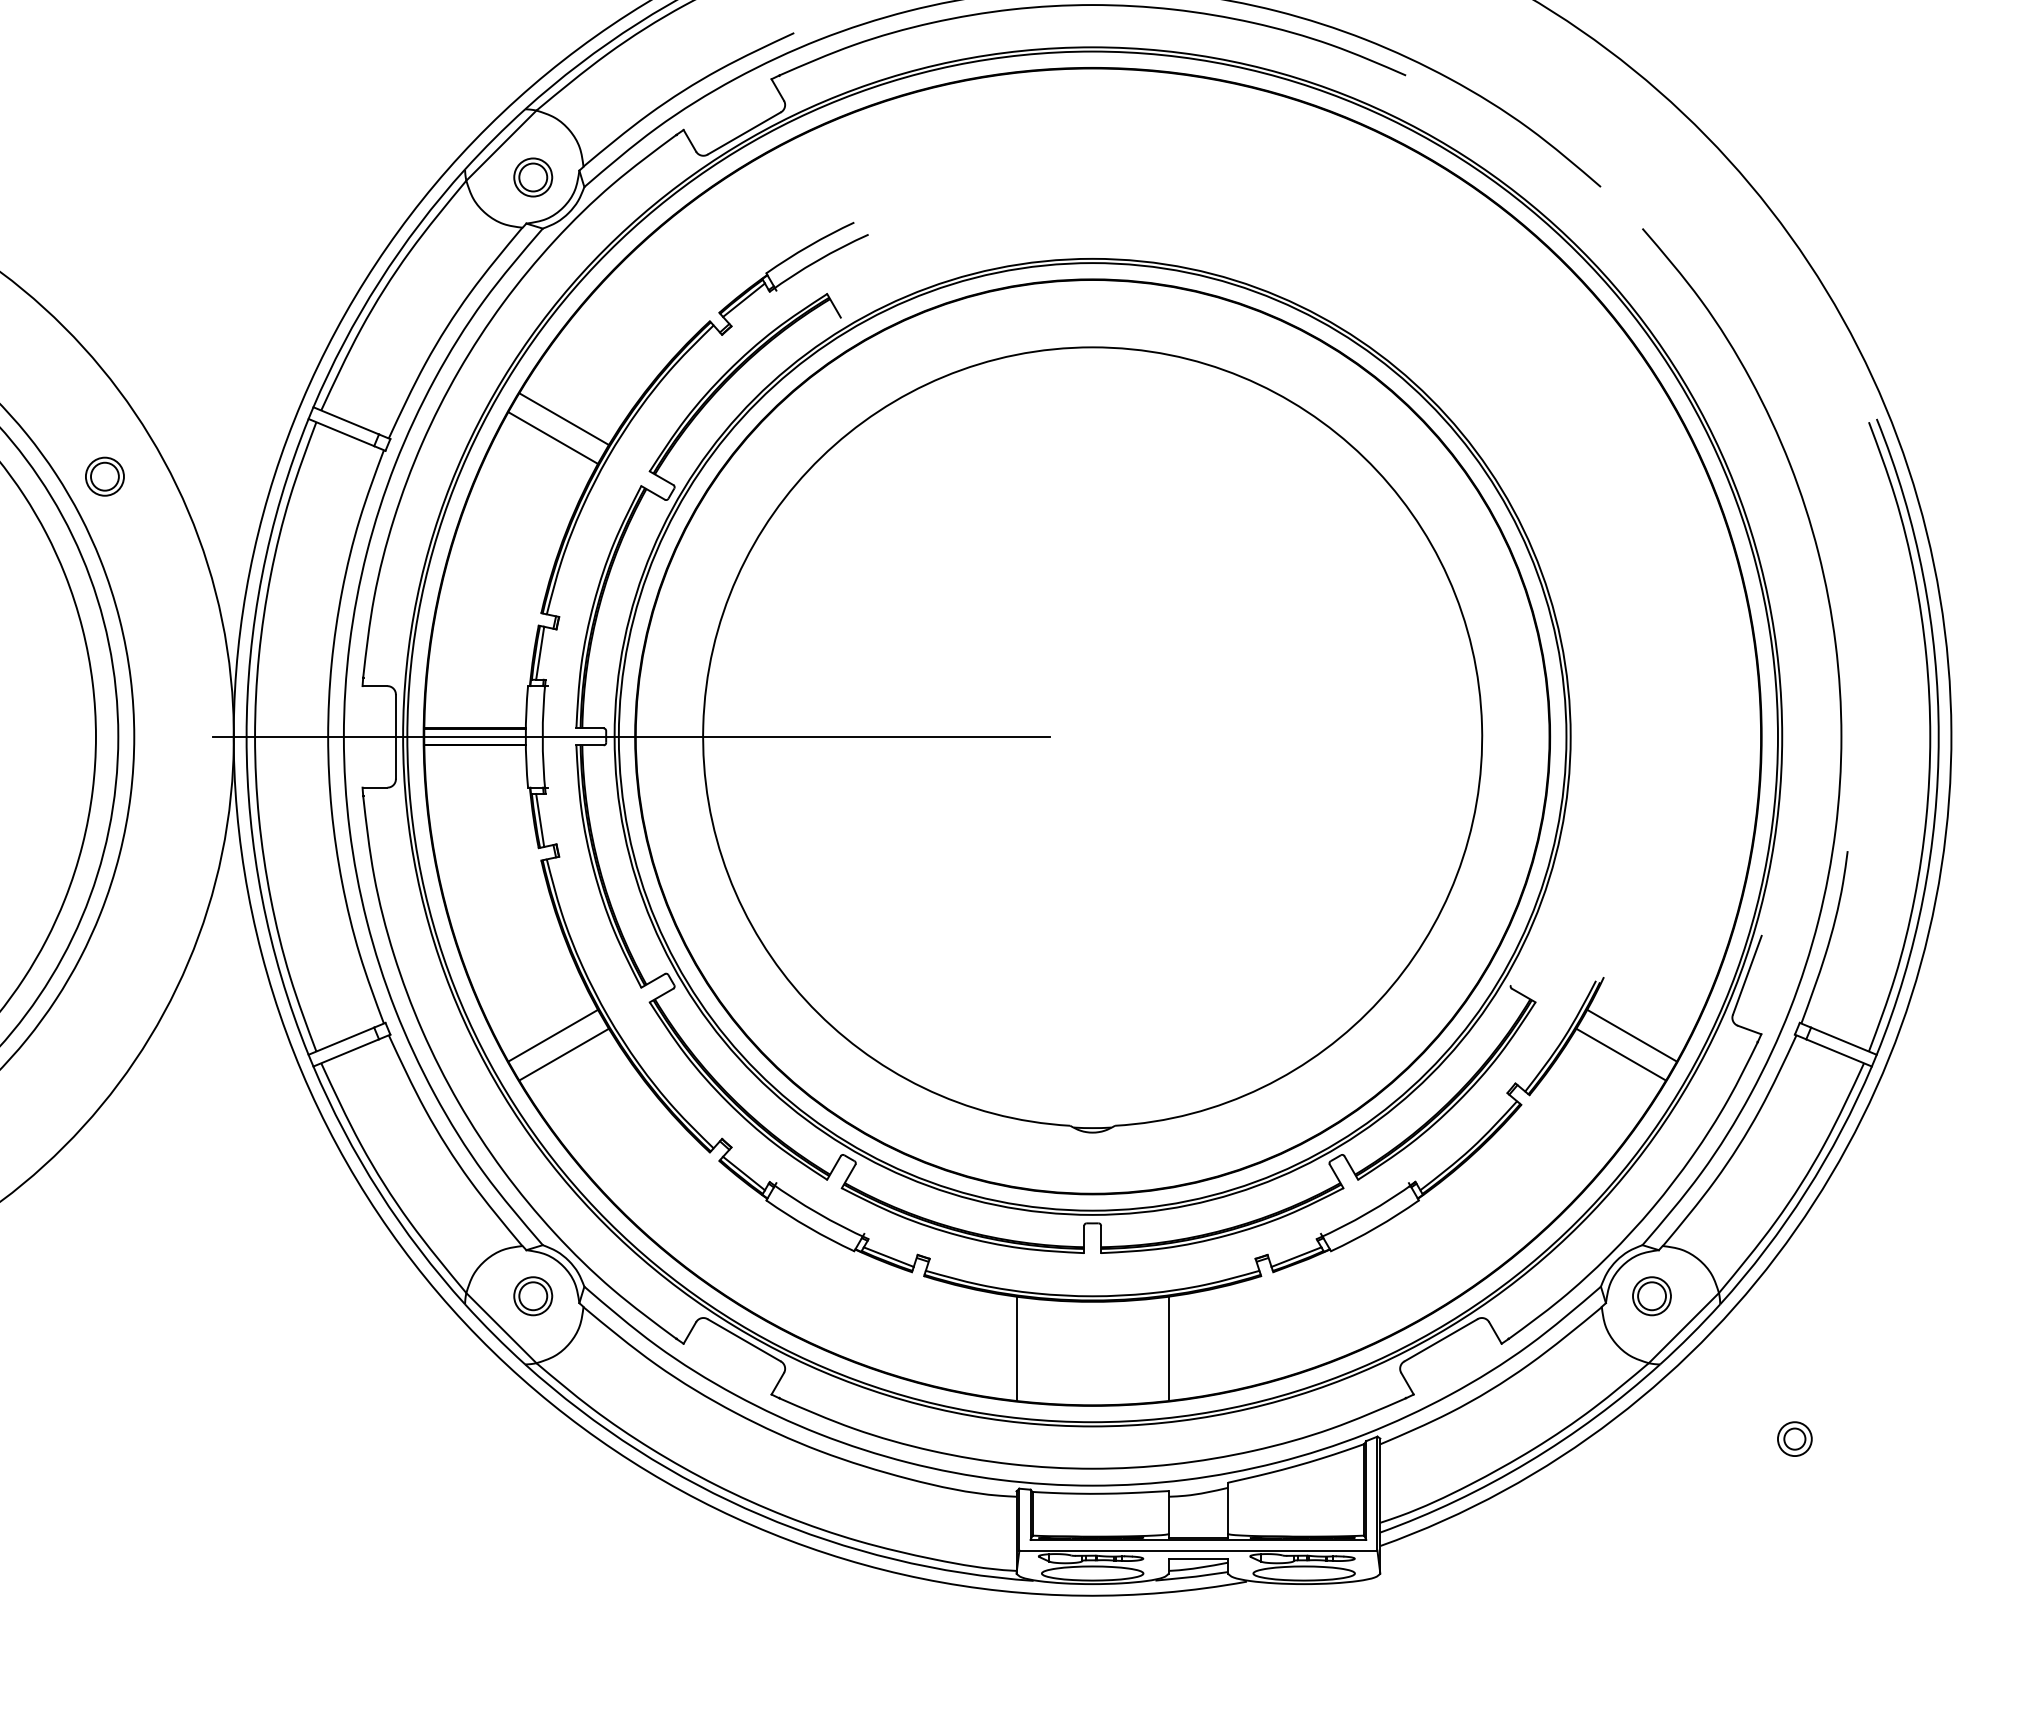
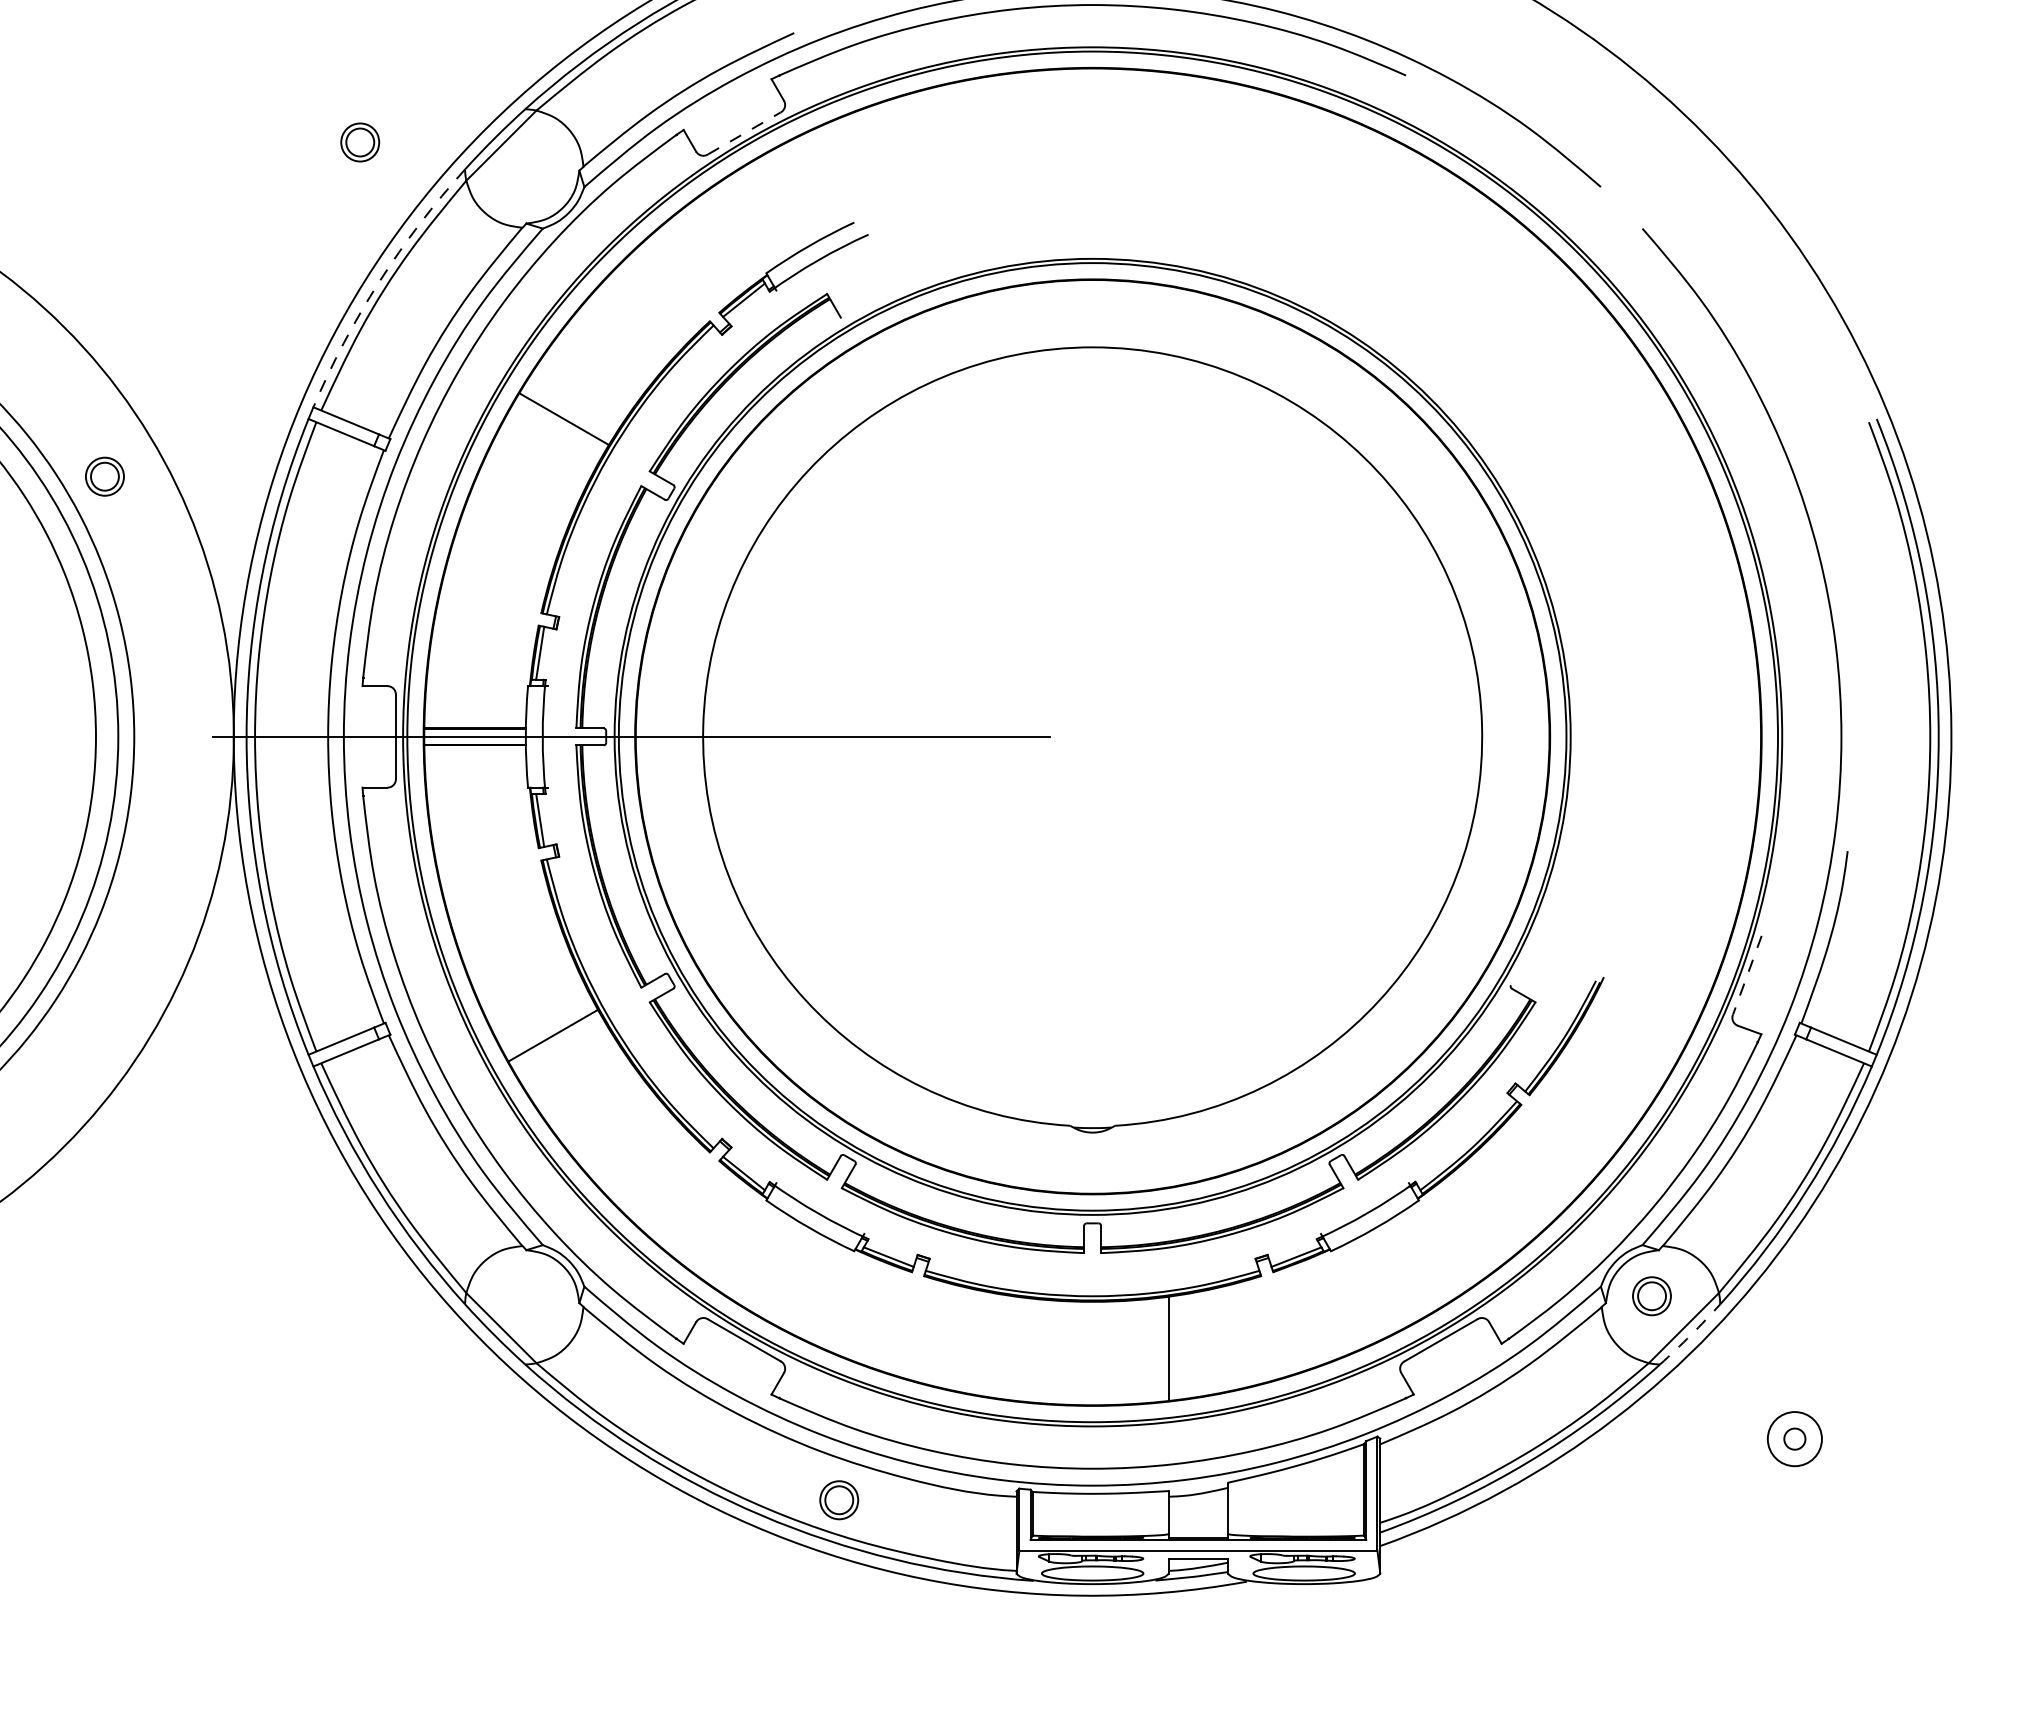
line at (744, 133): solid -> dashed
part at (533, 177) position: (533, 177) -> (360, 142)
arc at (379, 281): solid -> dashed
line at (553, 437): present -> none
line at (1747, 975): solid -> dashed
line at (1631, 1035): present -> none
line at (563, 1054): present -> none
line at (1620, 1054): present -> none
part at (533, 1296) position: (533, 1296) -> (839, 1500)
arc at (1690, 1335): solid -> dashed
line at (1016, 1348): present -> none
circle at (1794, 1439) diameter: 34 px -> 54 px
